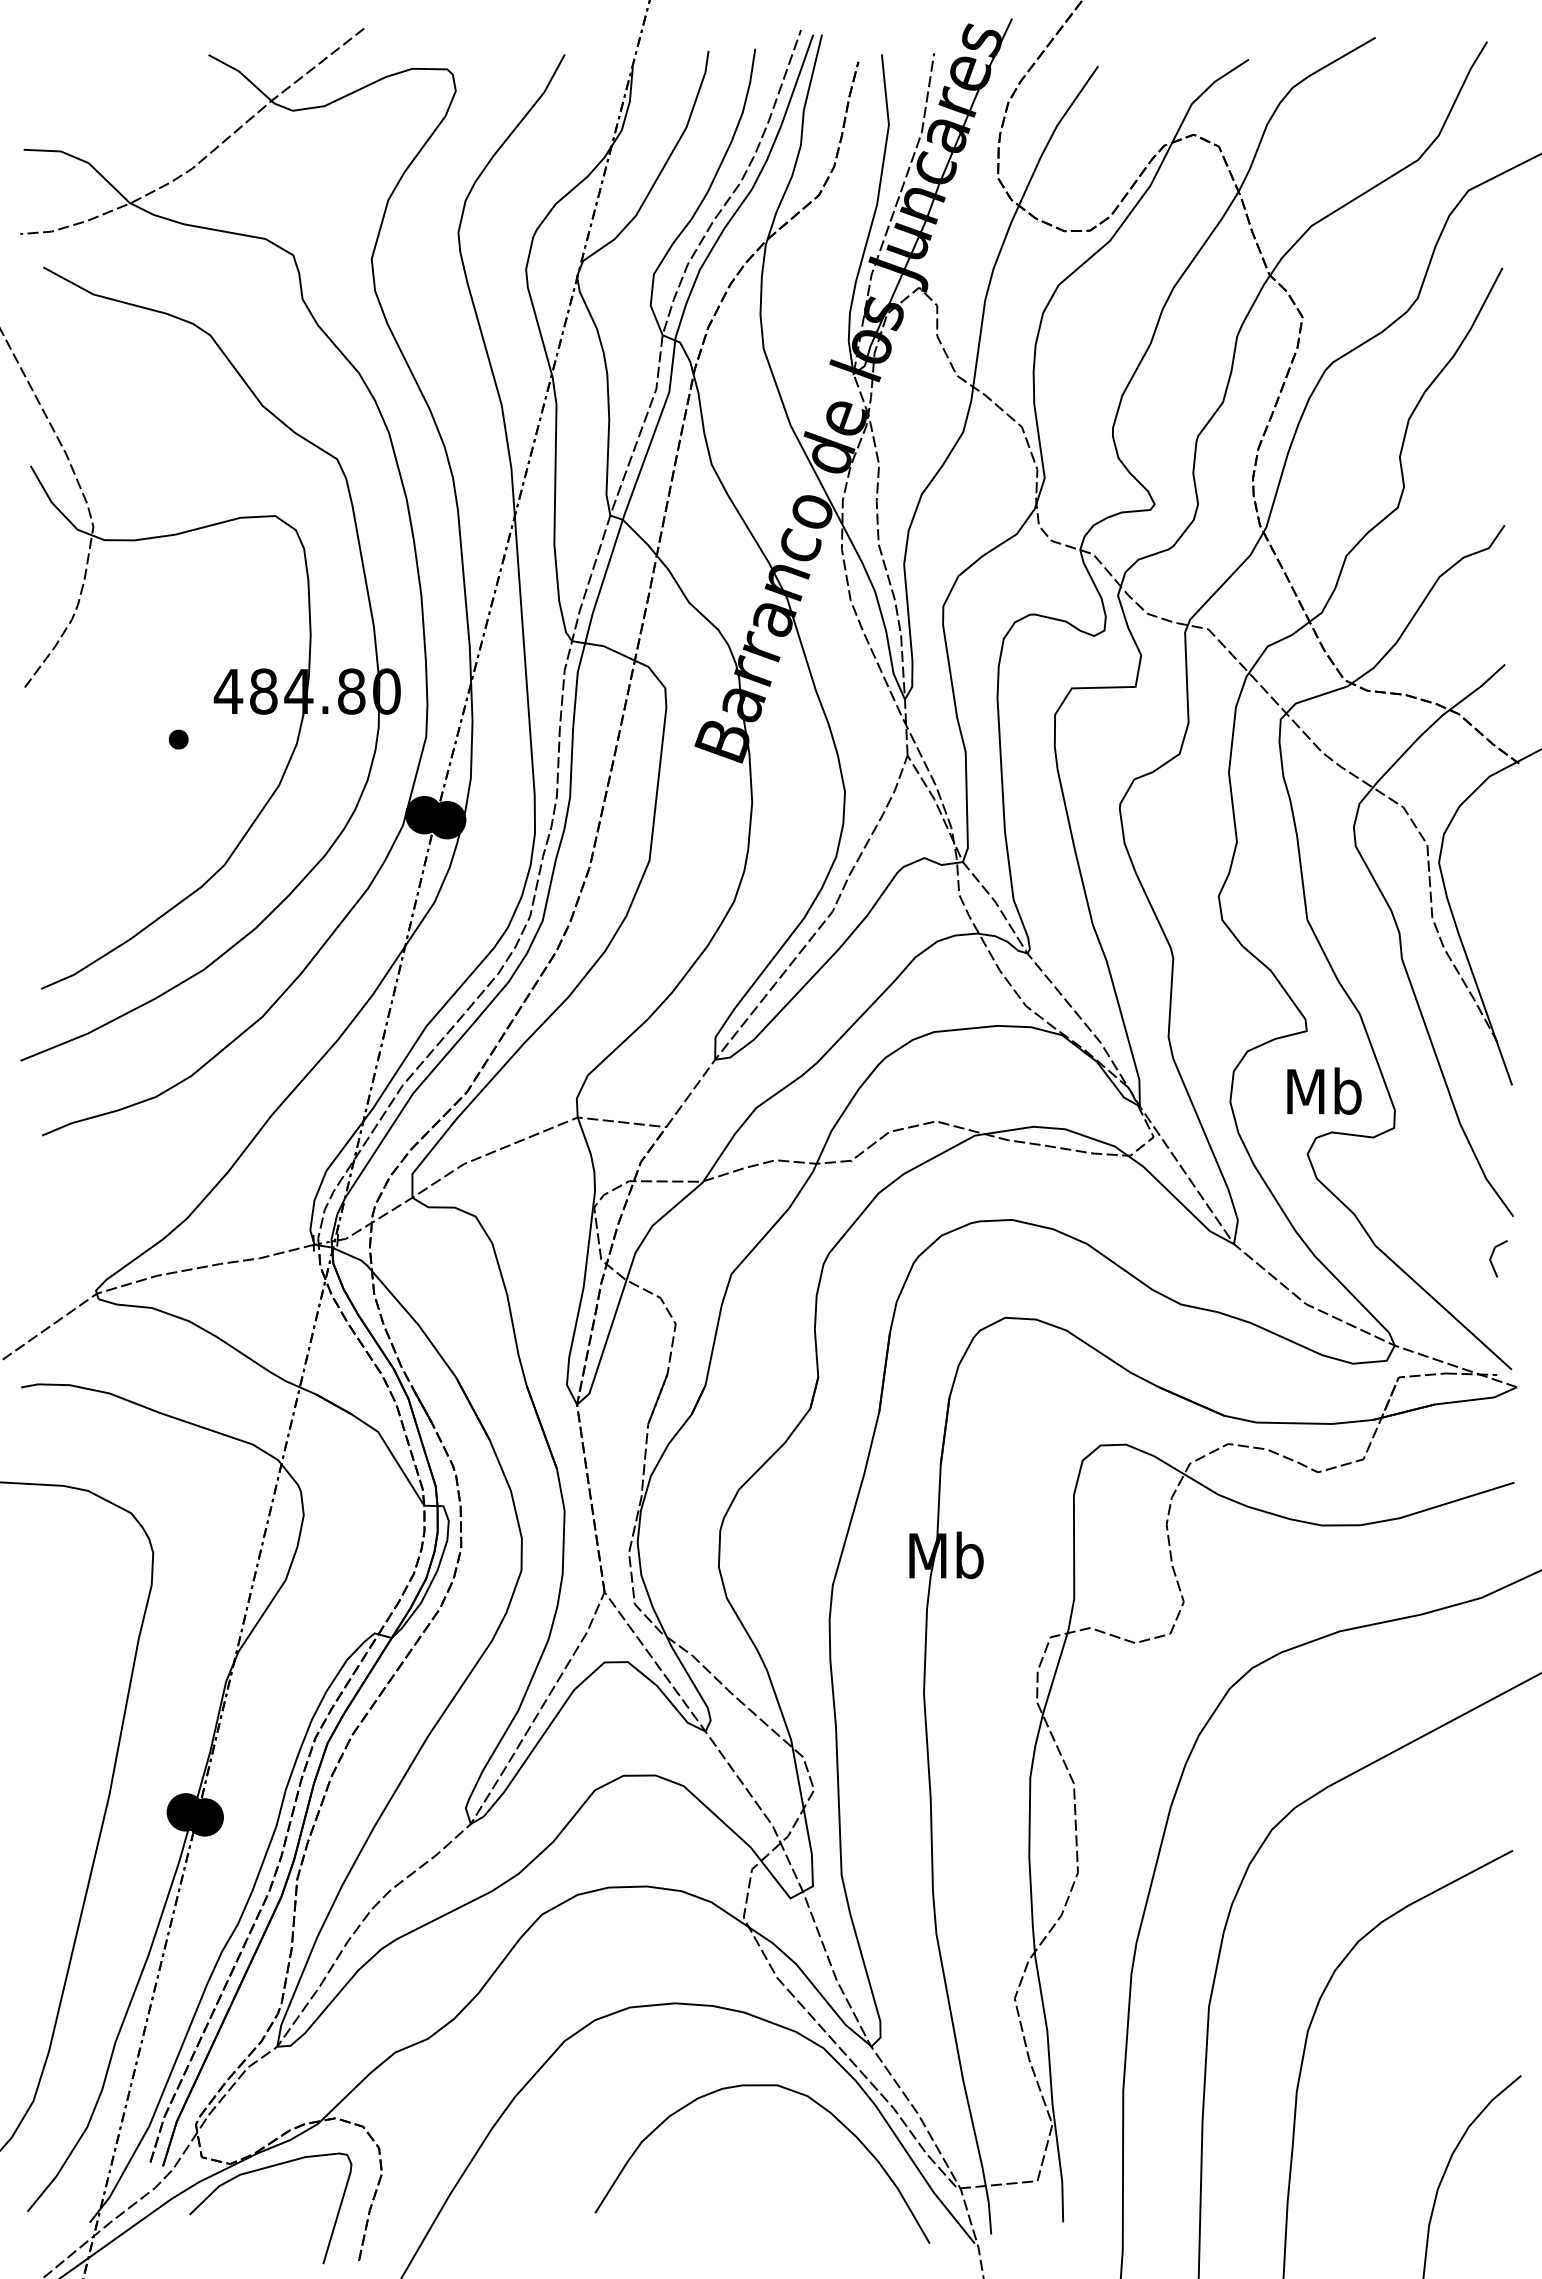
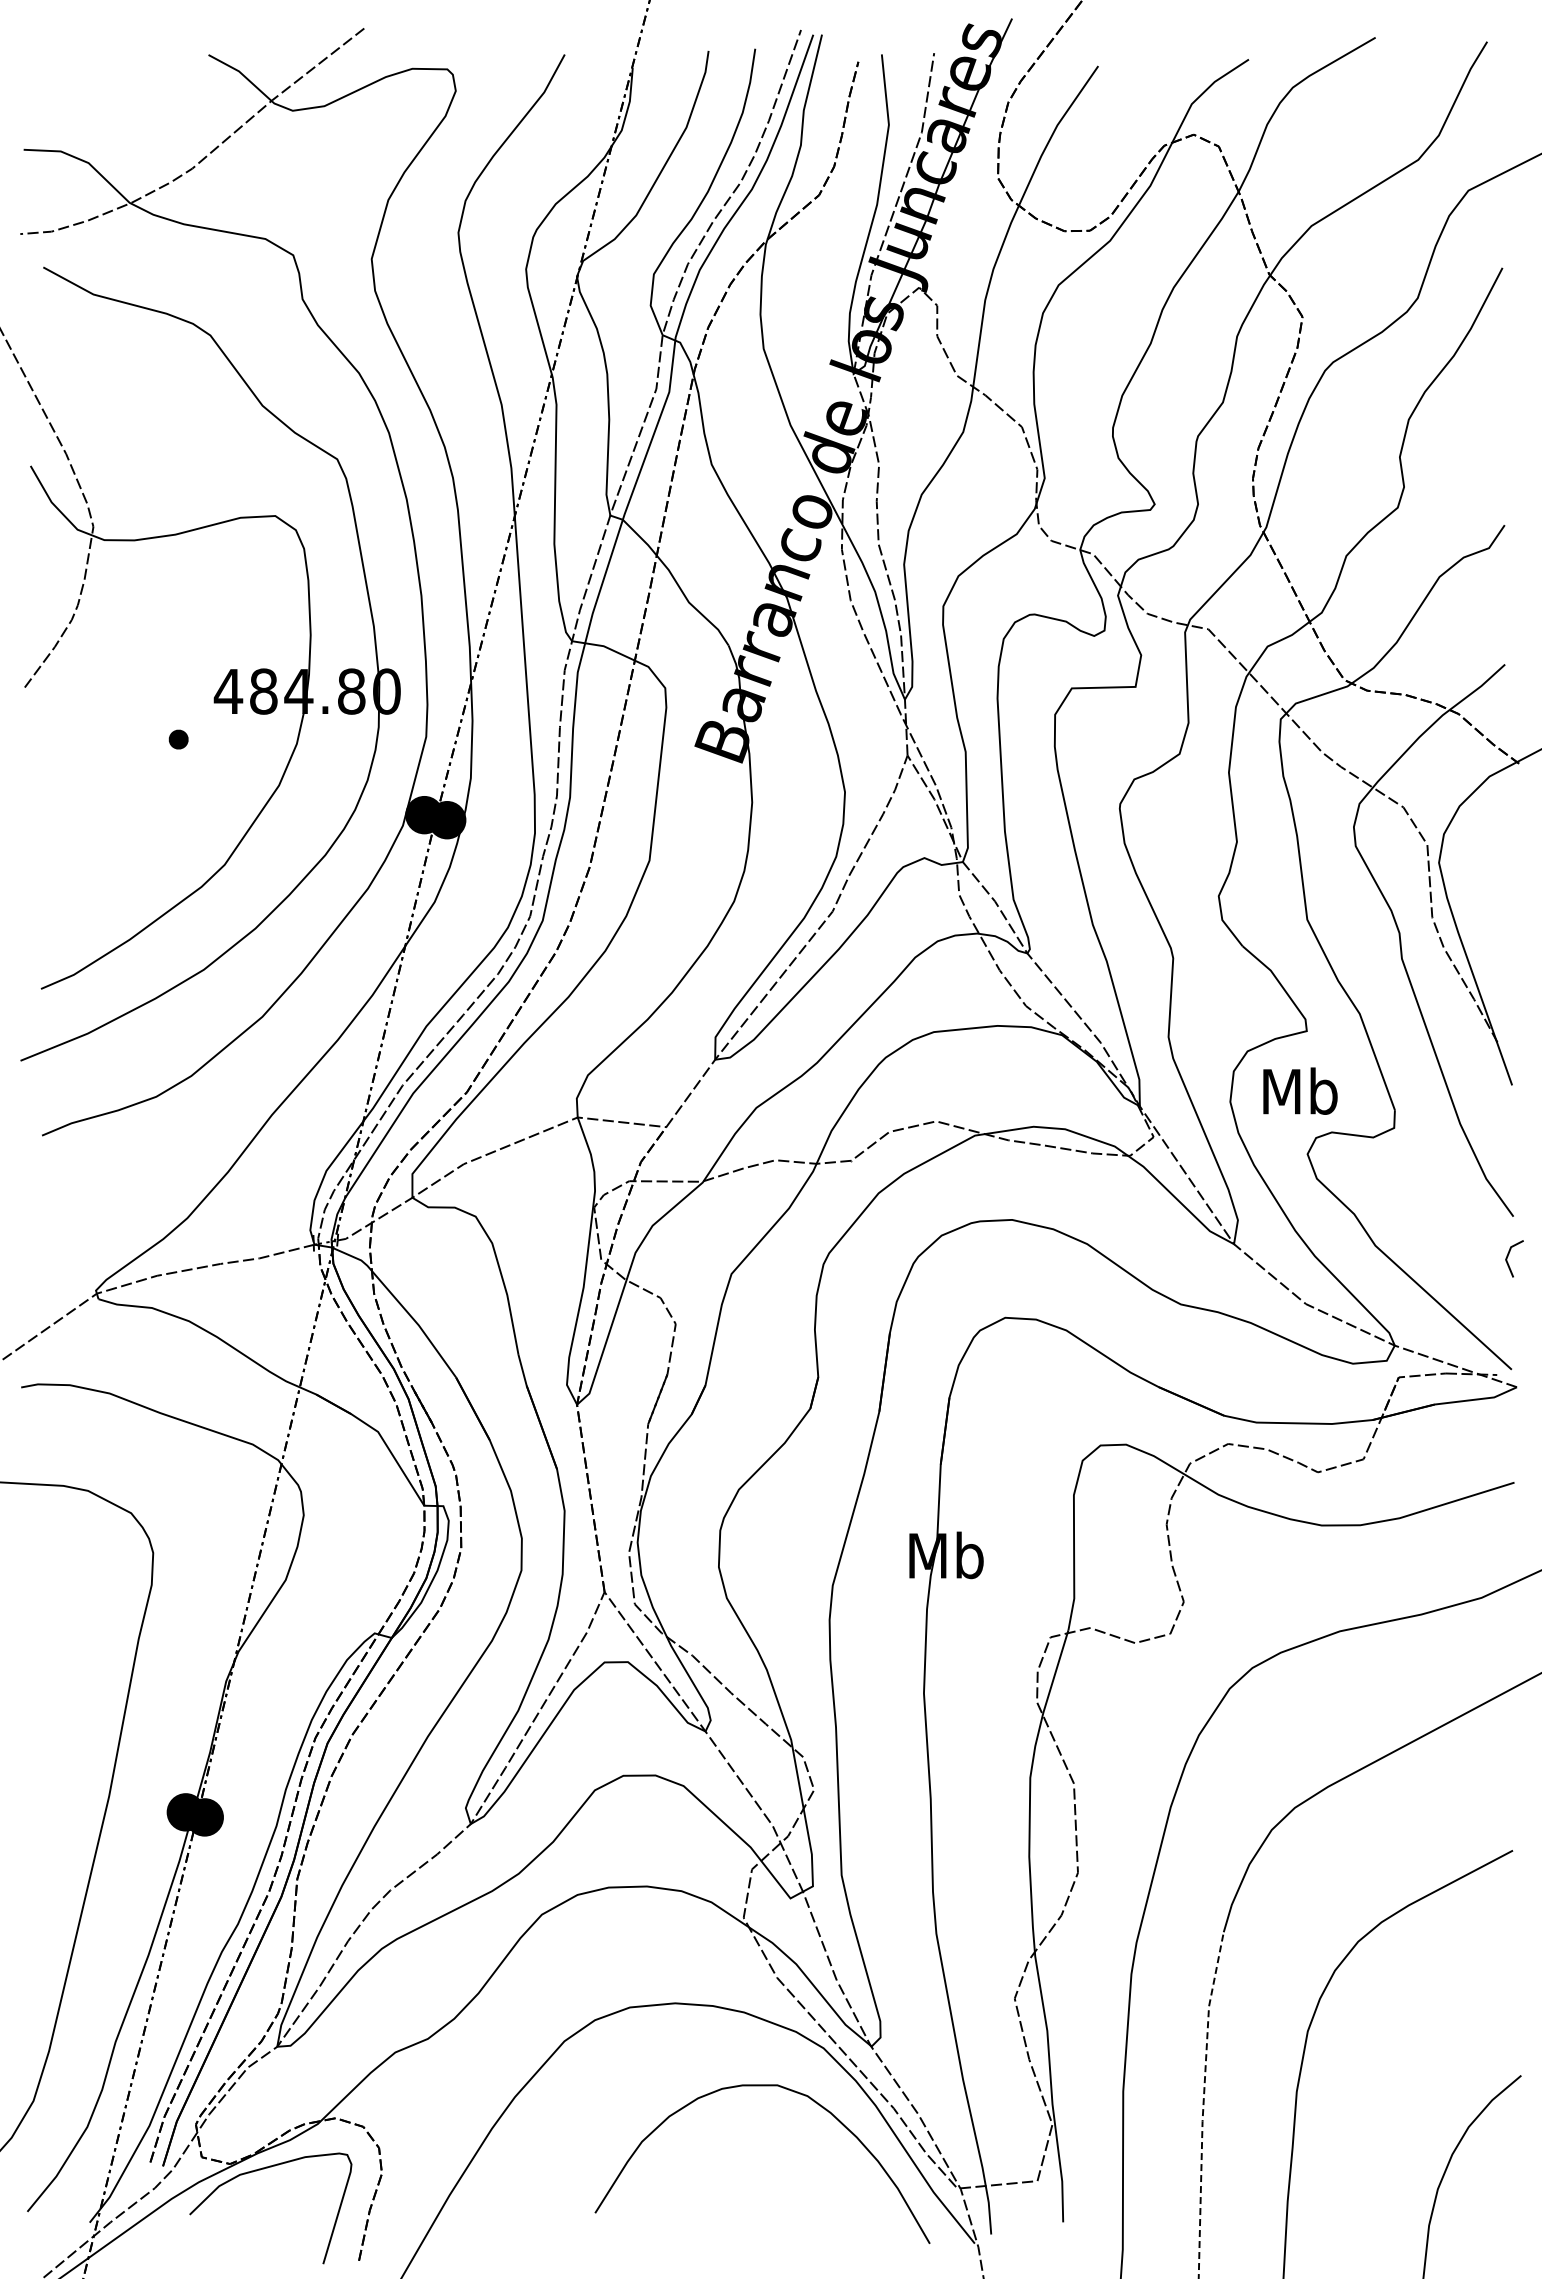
text at (1324, 1090) position: (1324, 1090) -> (1300, 1090)
line at (1492, 1256) position: (1492, 1256) -> (1508, 1256)
line at (1203, 2104): solid -> dashed
